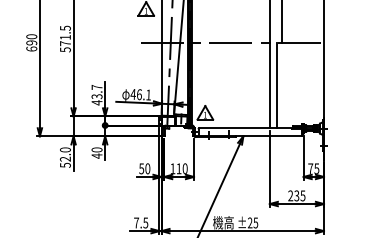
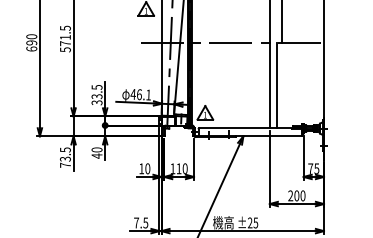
text at (96, 95): 43.7 -> 33.5
text at (65, 157): 52.0 -> 73.5
text at (141, 168): 50 -> 10
text at (299, 195): 235 -> 200
